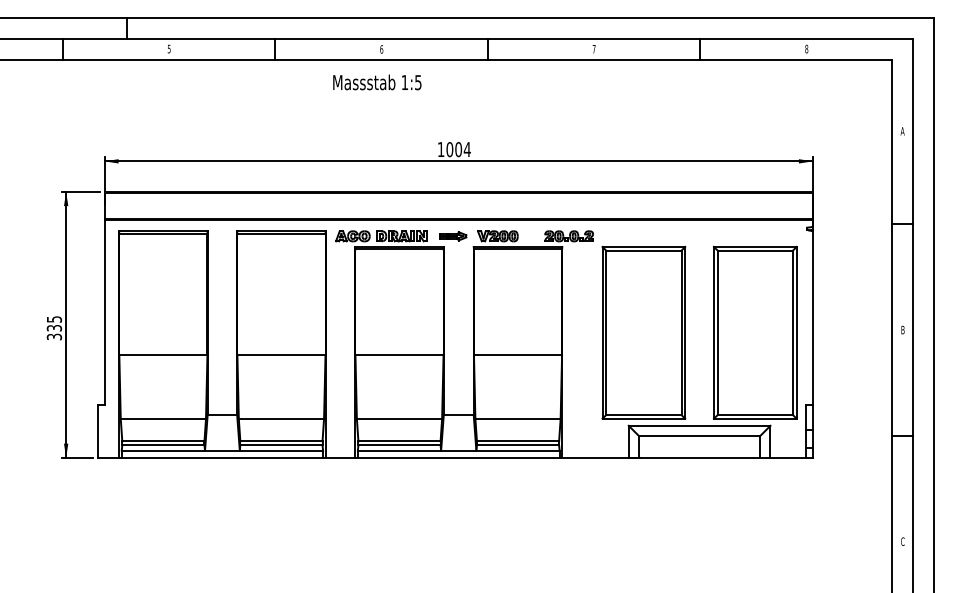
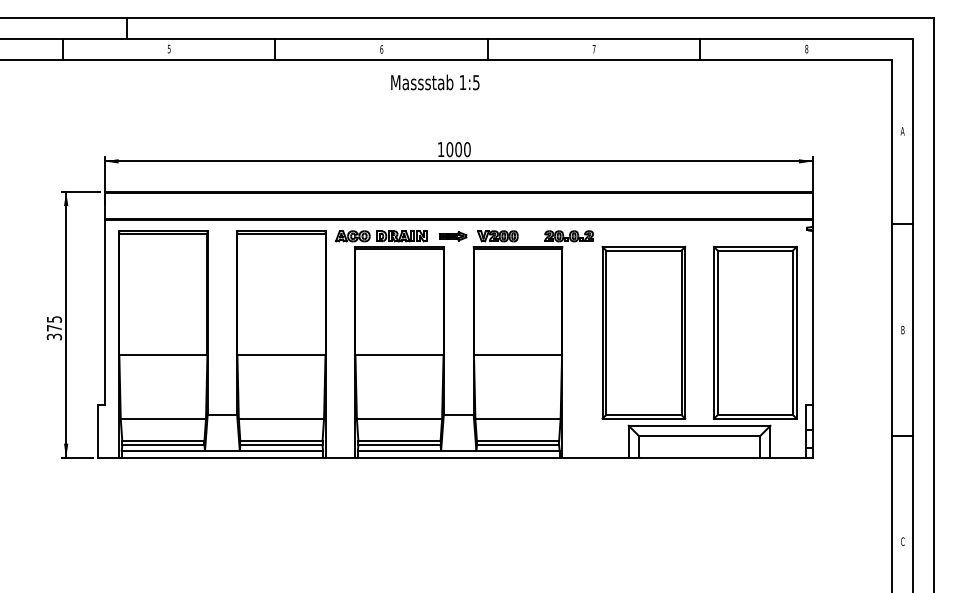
text at (377, 82) position: (377, 82) -> (435, 82)
text at (466, 149): 1004 -> 1000
text at (54, 328): 335 -> 375
